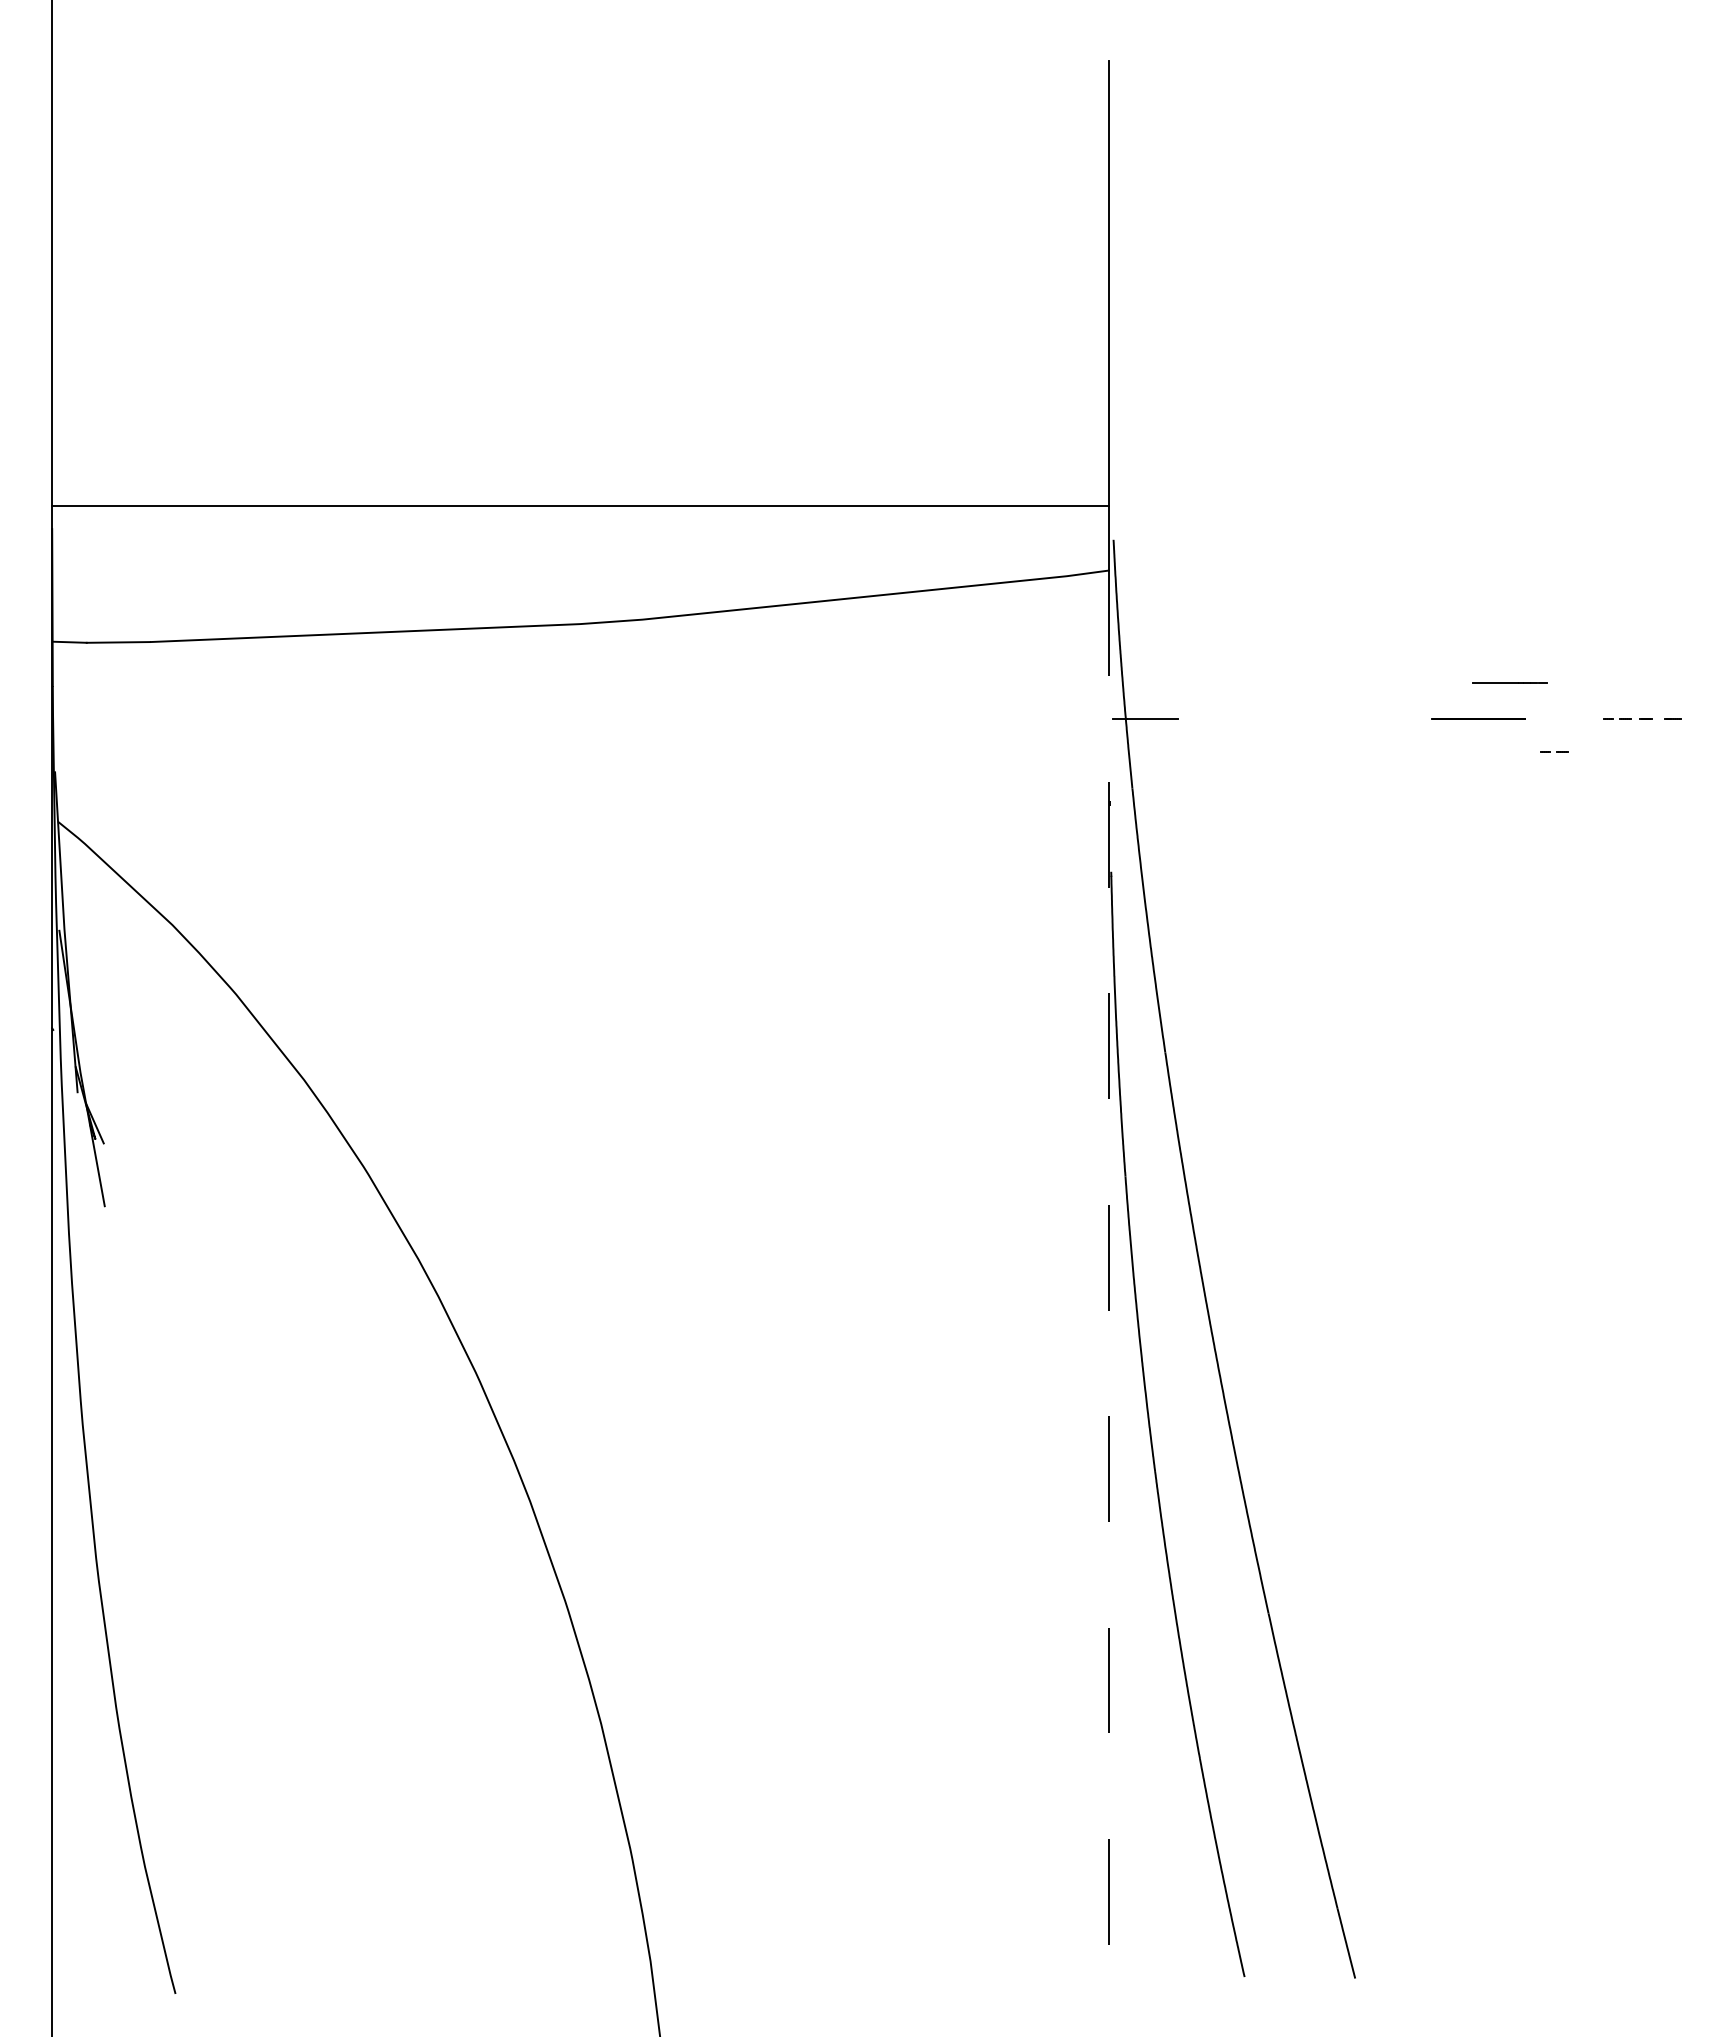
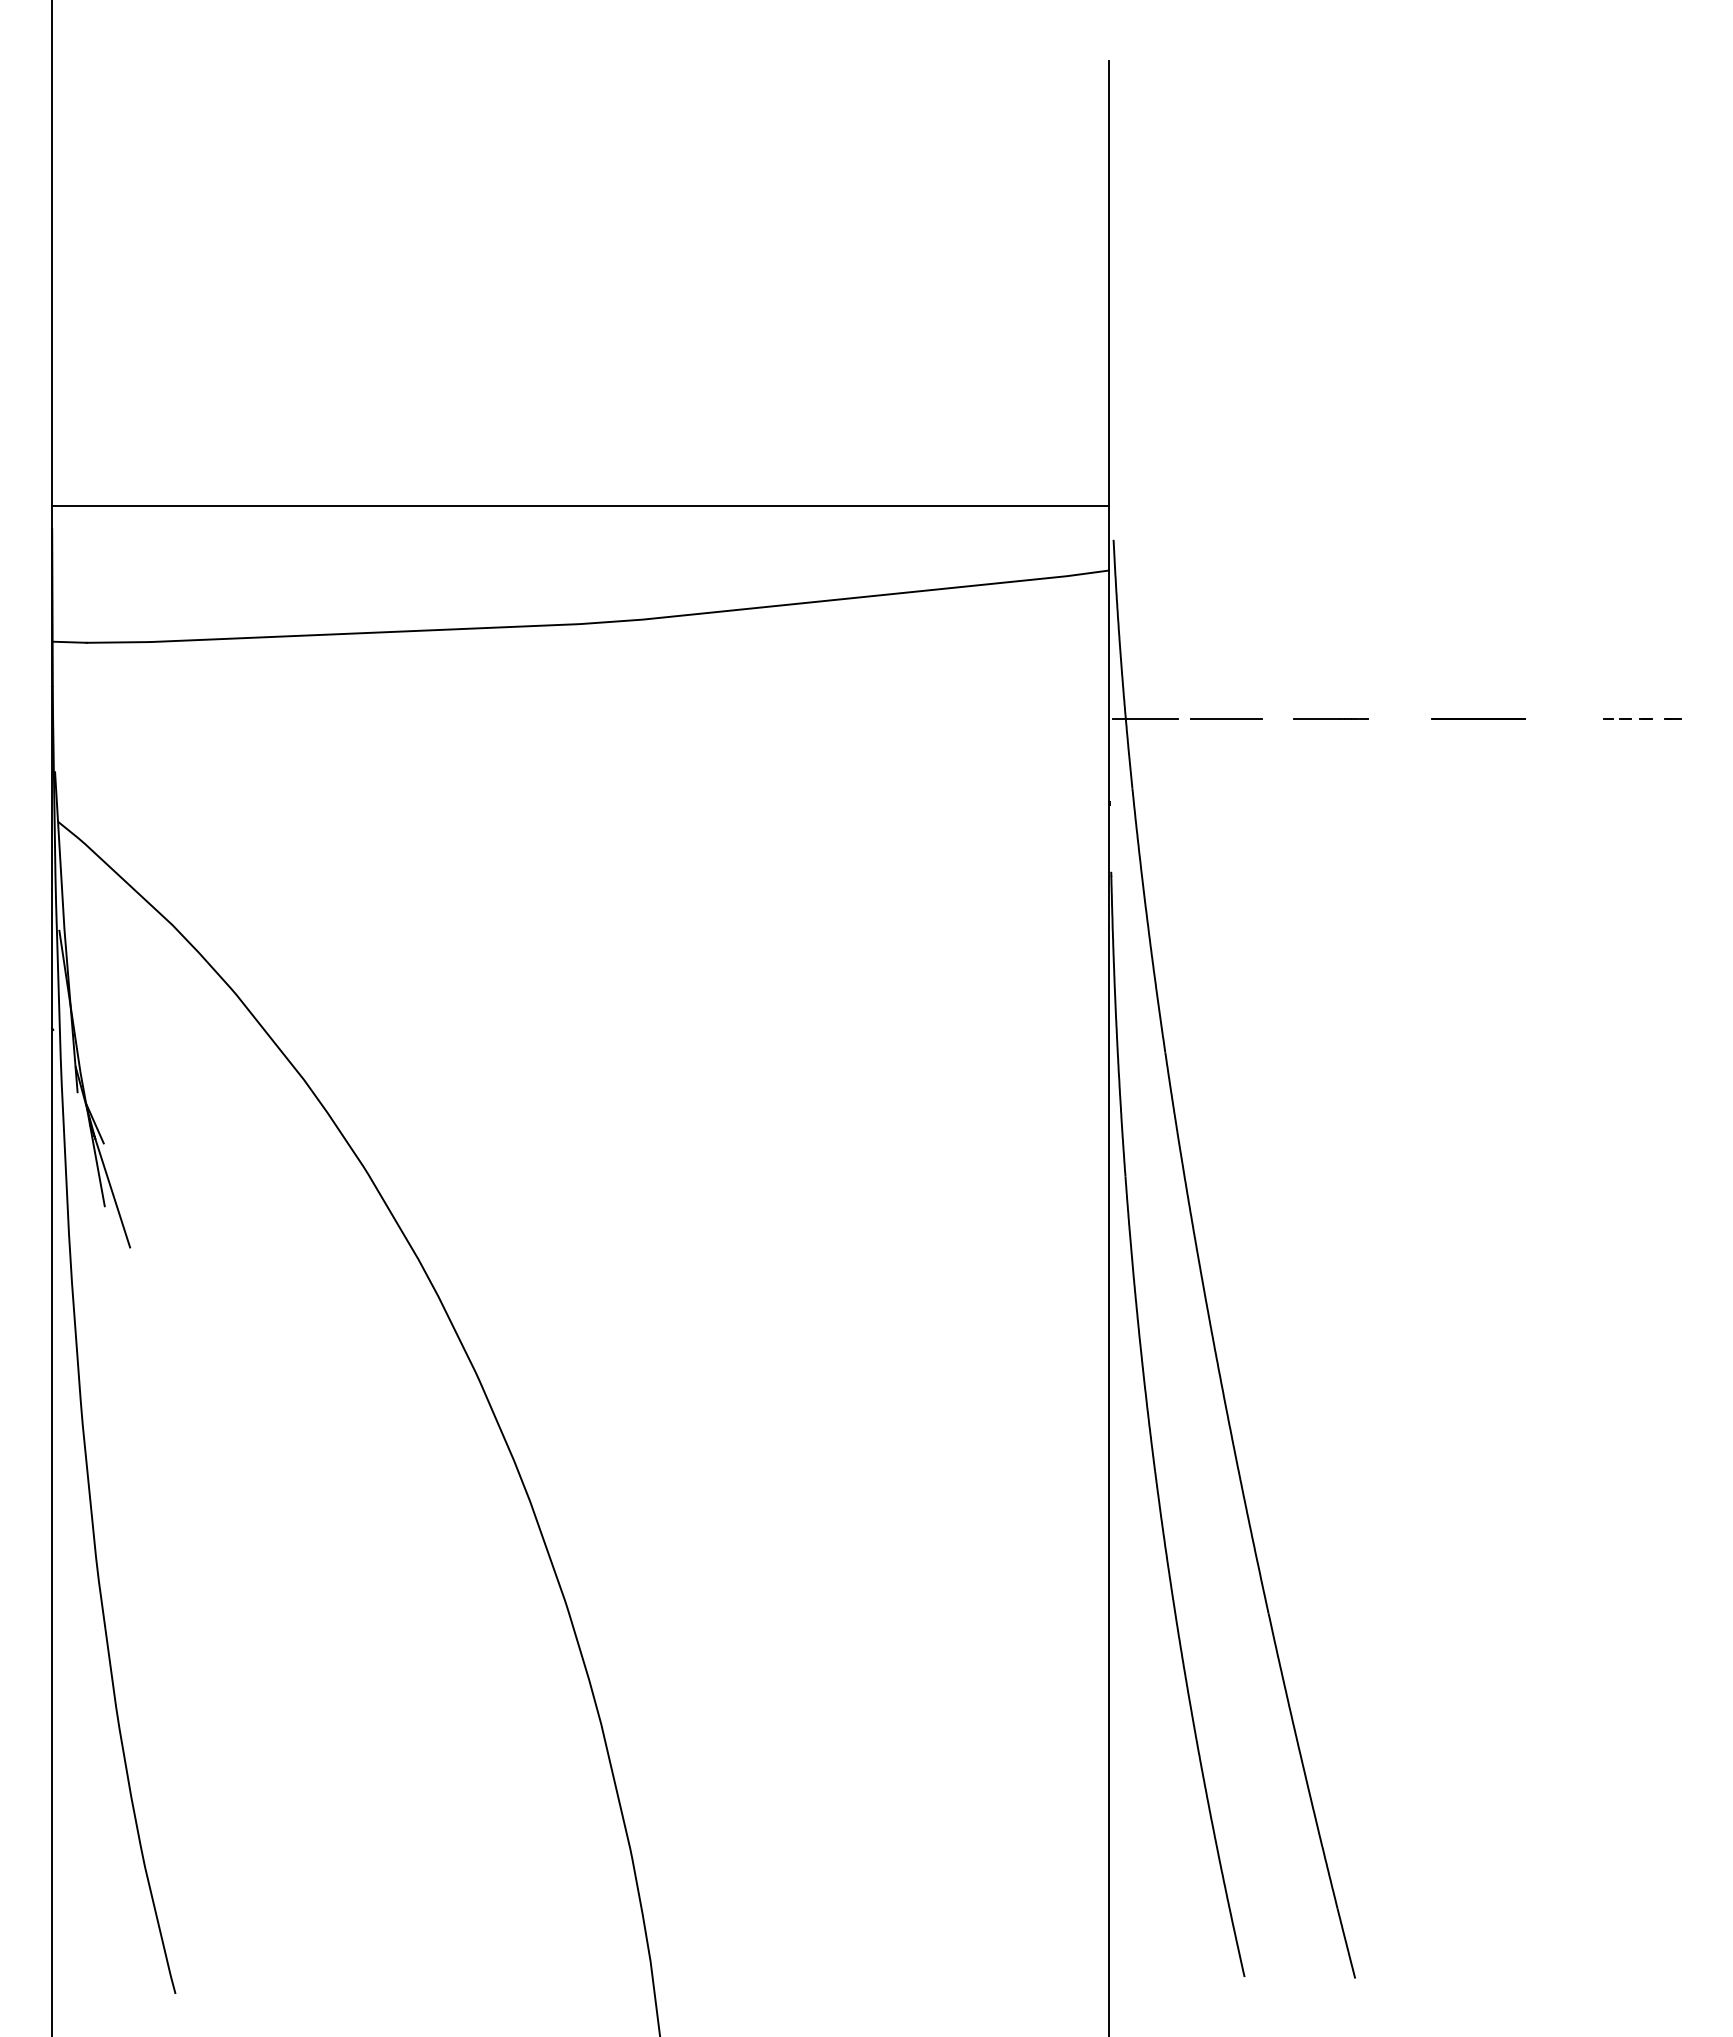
line at (1509, 682) position: (1509, 682) -> (1330, 718)
line at (1226, 718): none -> present
line at (1556, 751): present -> none
line at (112, 1193): none -> present
line at (1109, 1303): dashed -> solid
